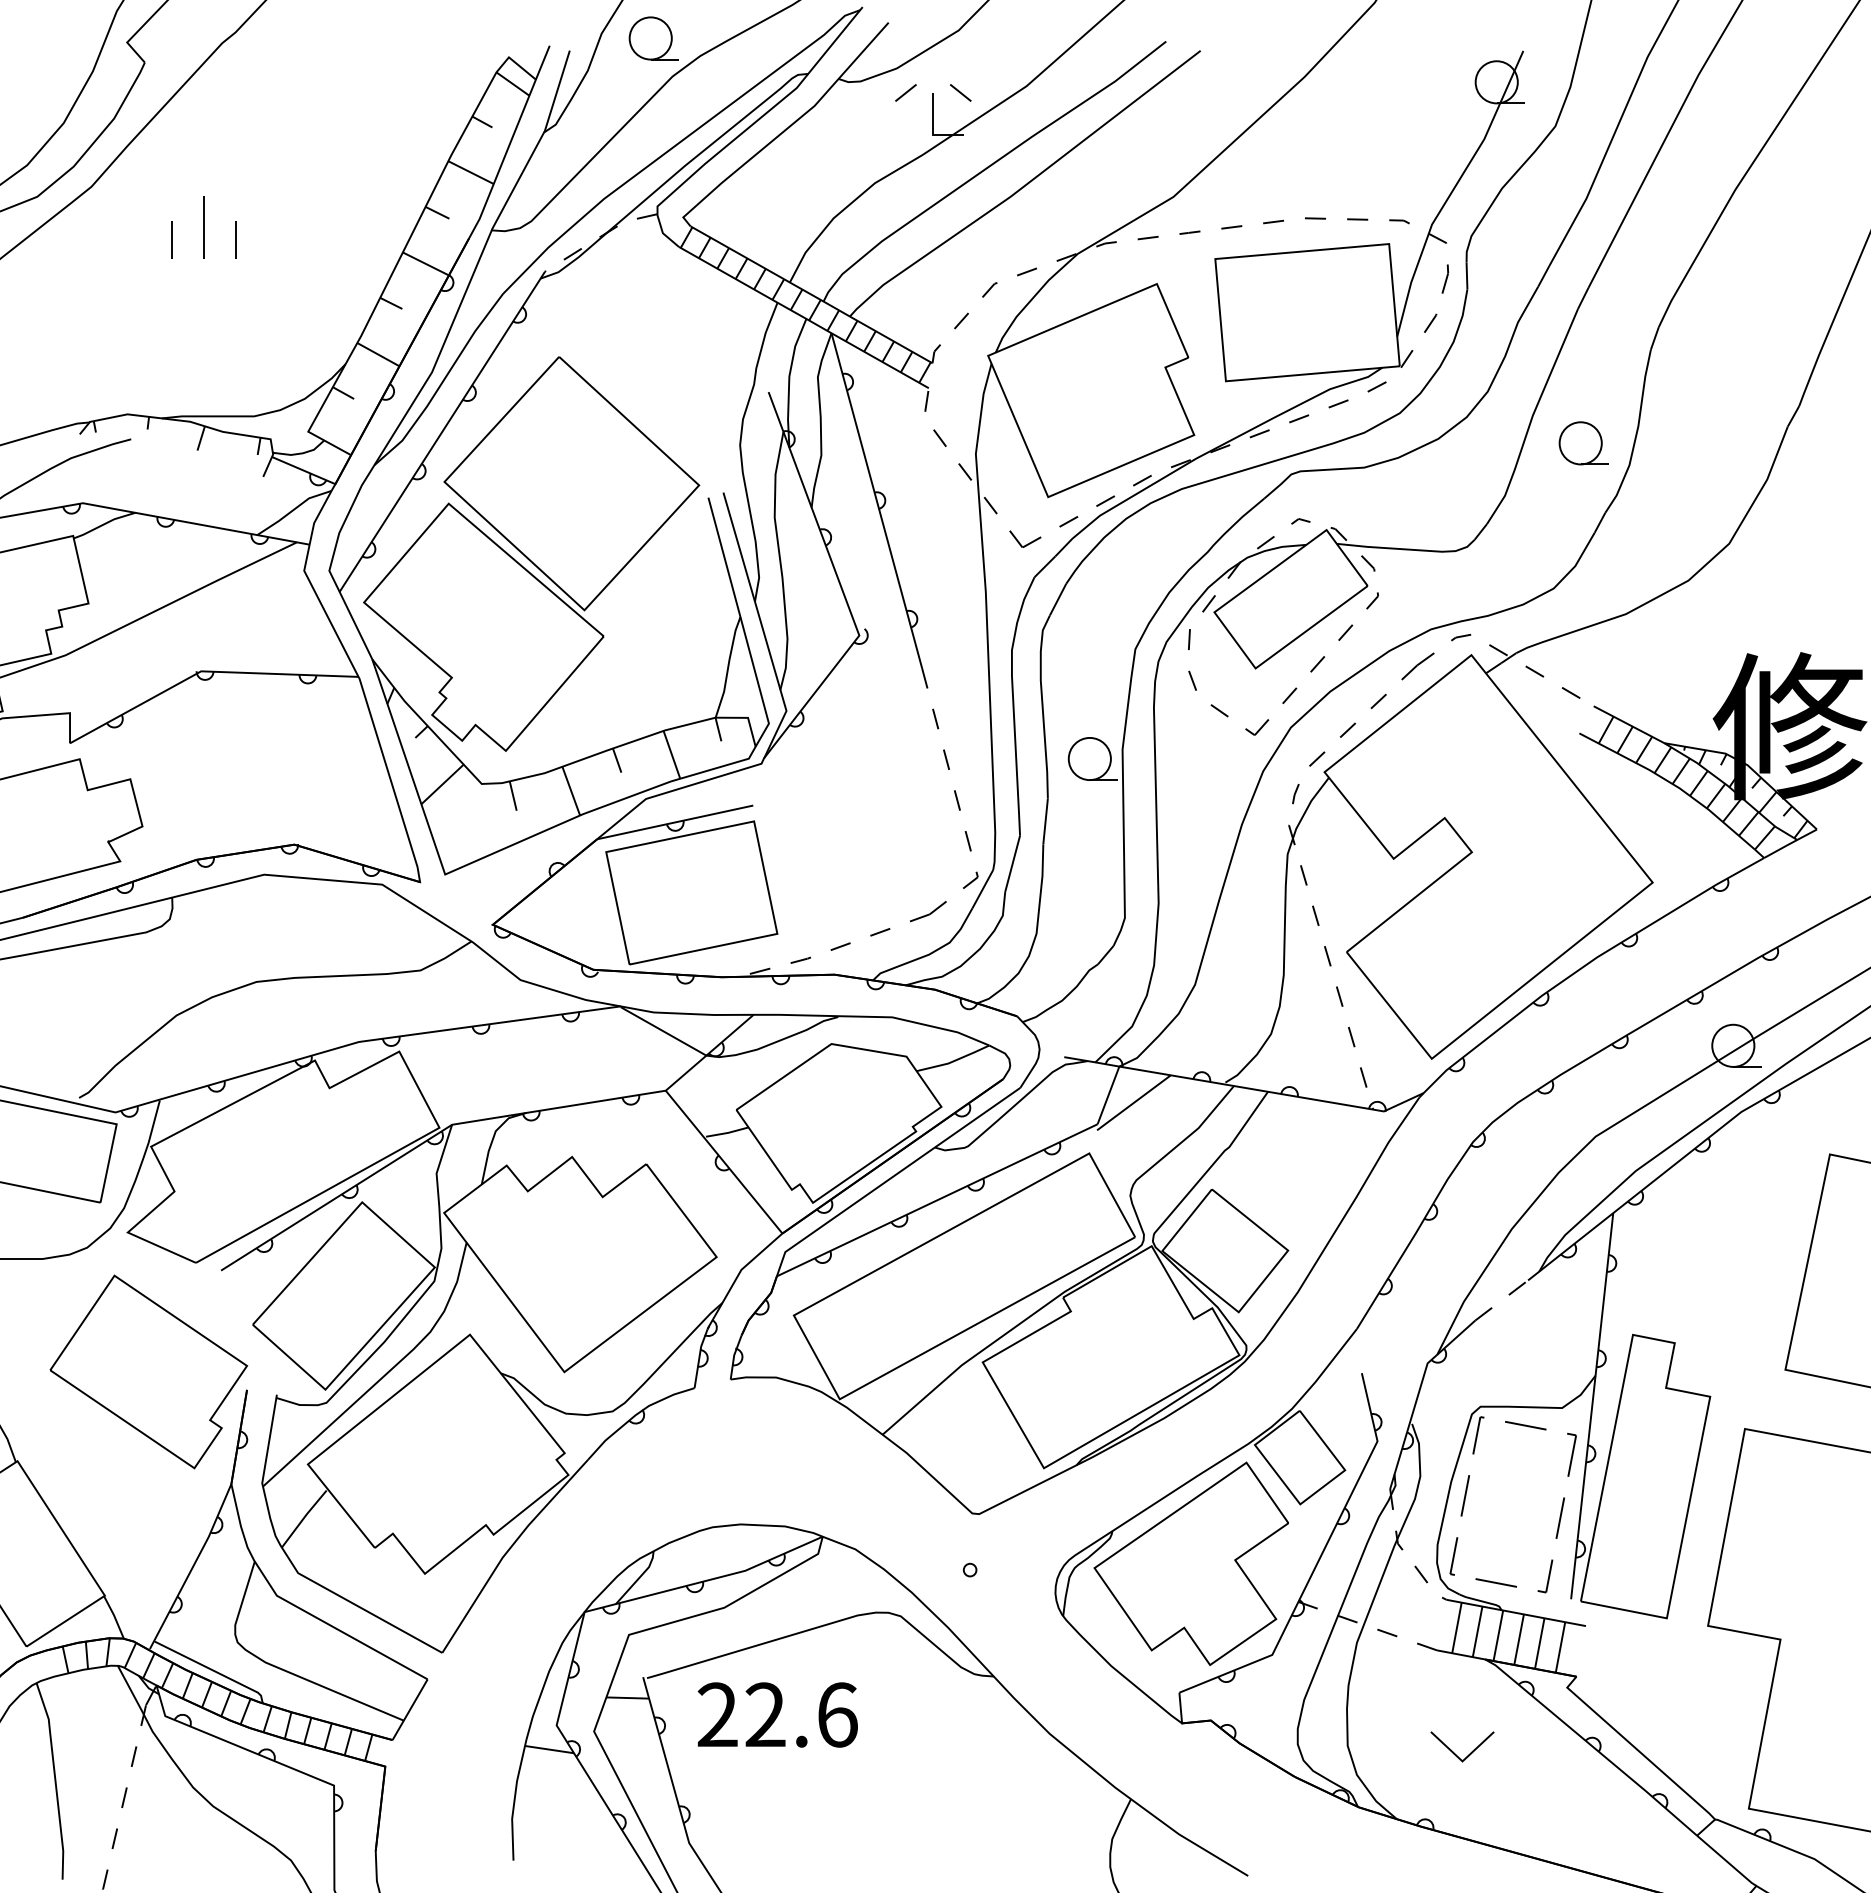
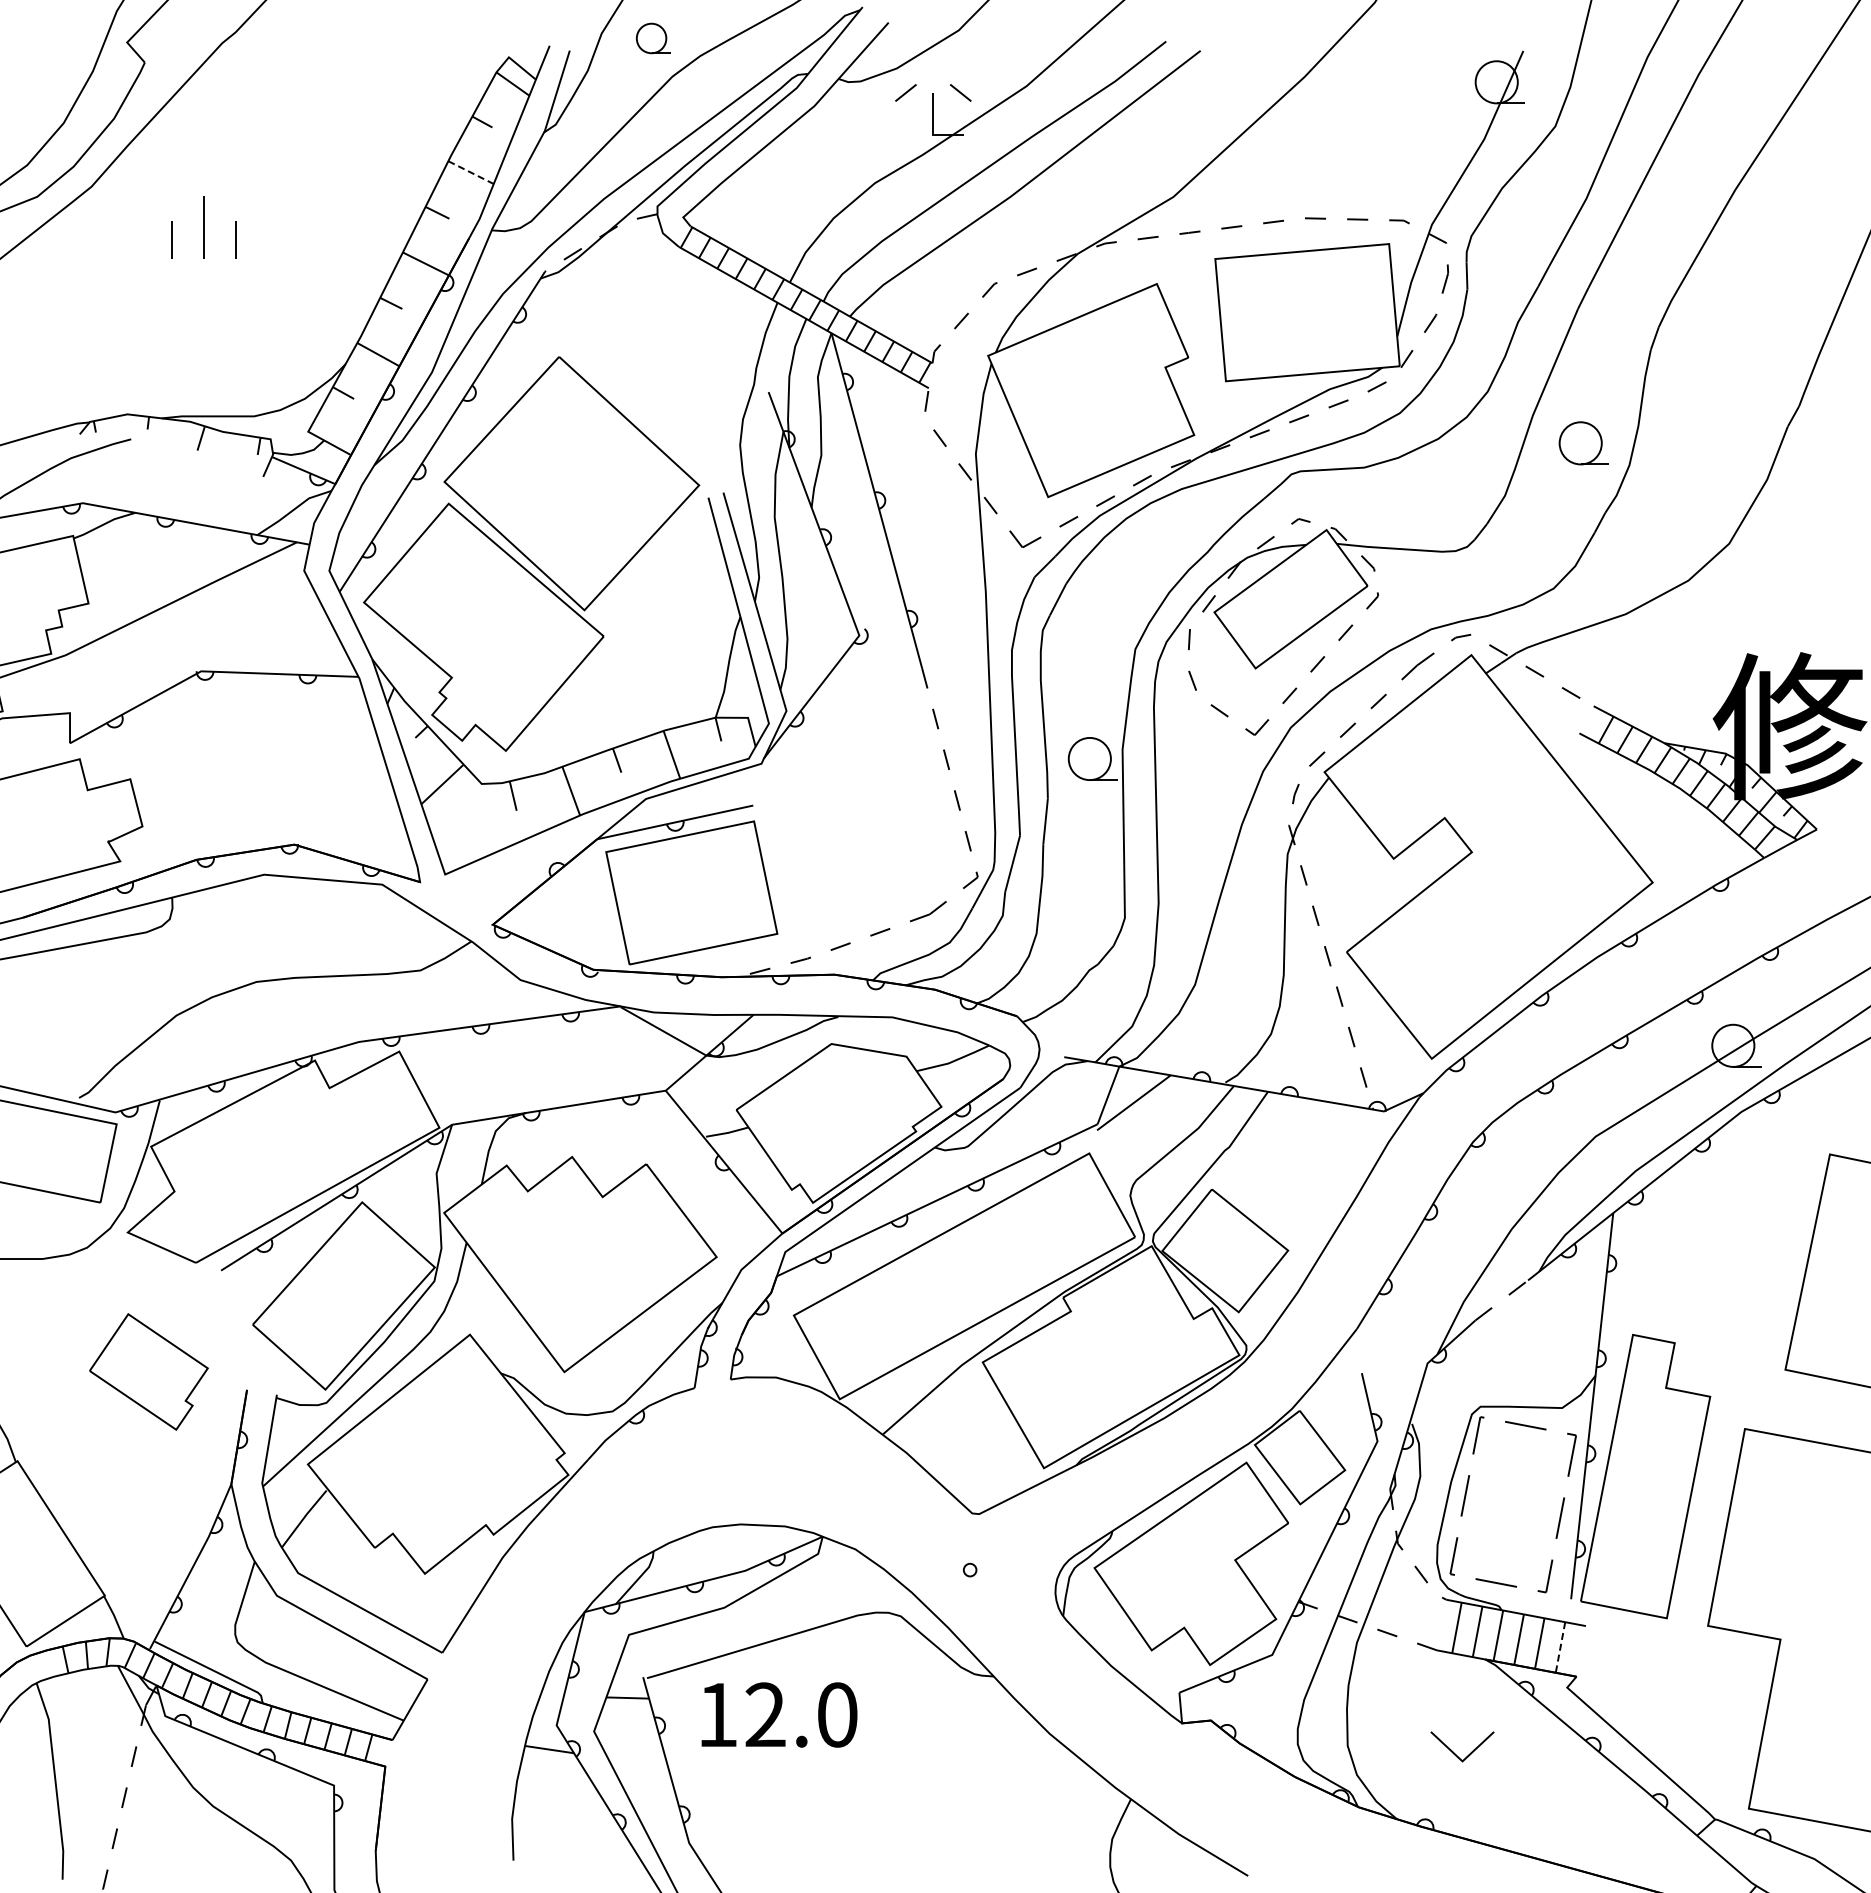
part at (653, 38) size: 51x45 px -> 35x33 px
line at (471, 172): solid -> dashed
part at (148, 1371) size: 200x196 px -> 120x118 px
line at (1560, 1647): solid -> dashed
text at (777, 1714): 22.6 -> 12.0
